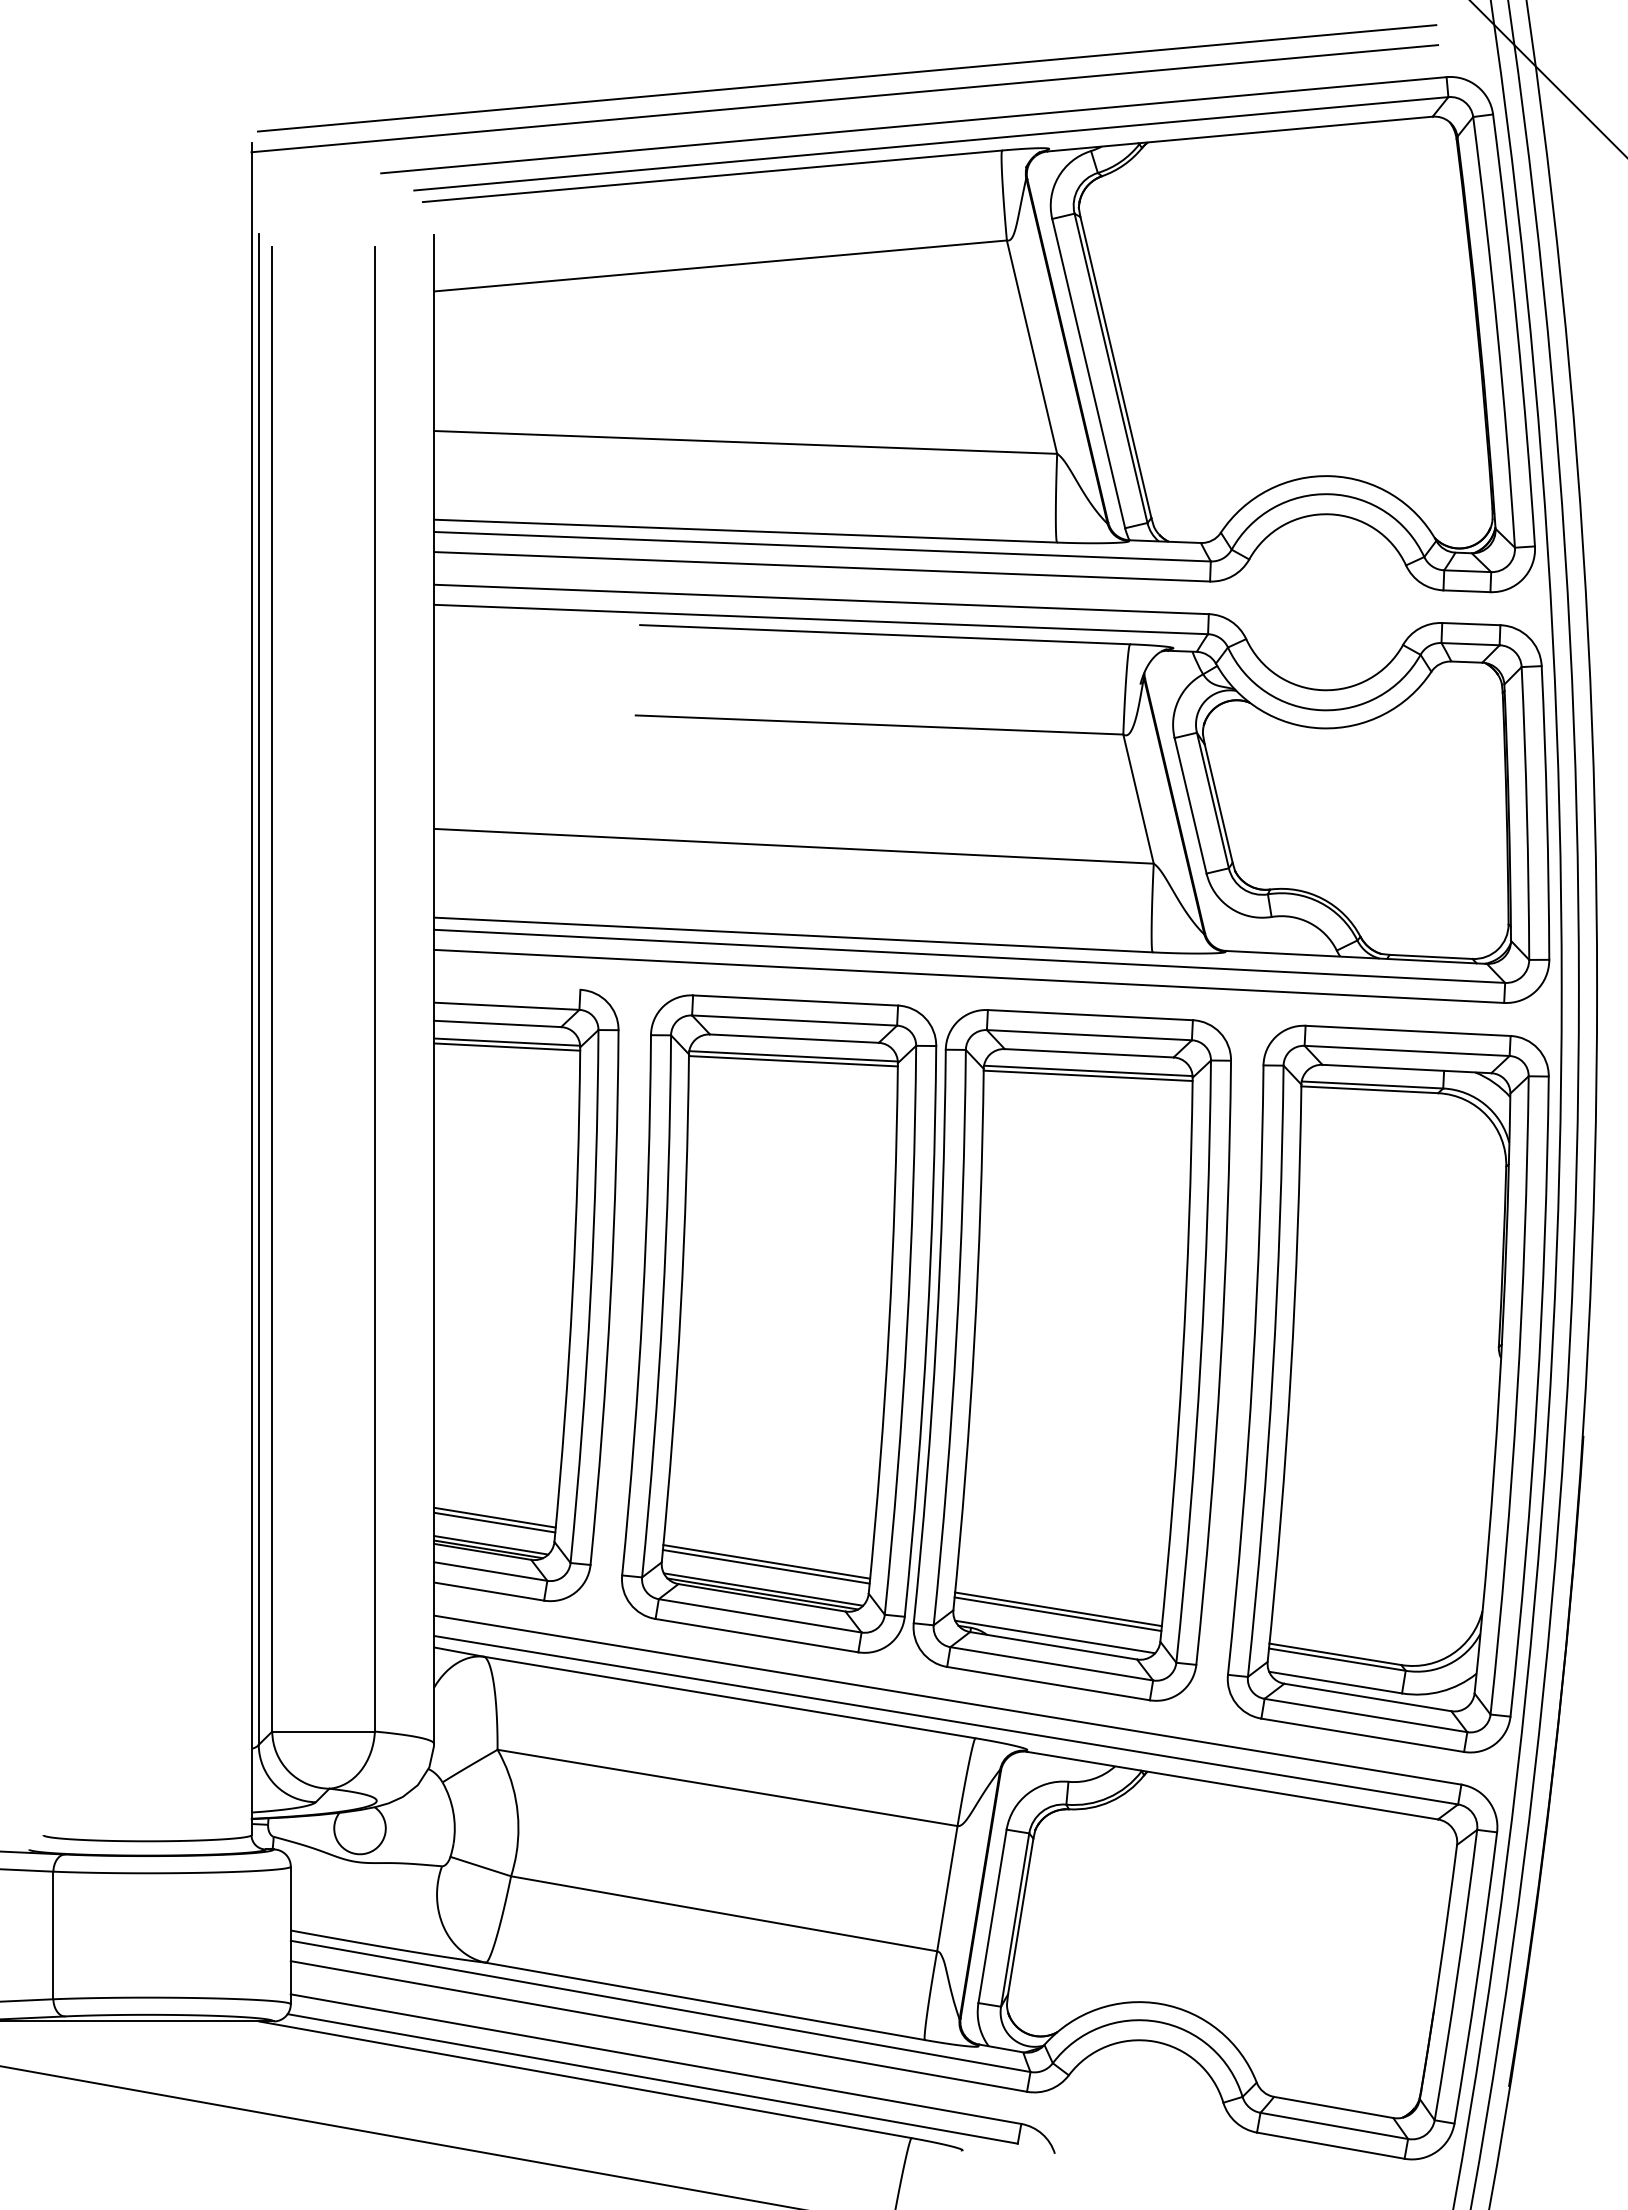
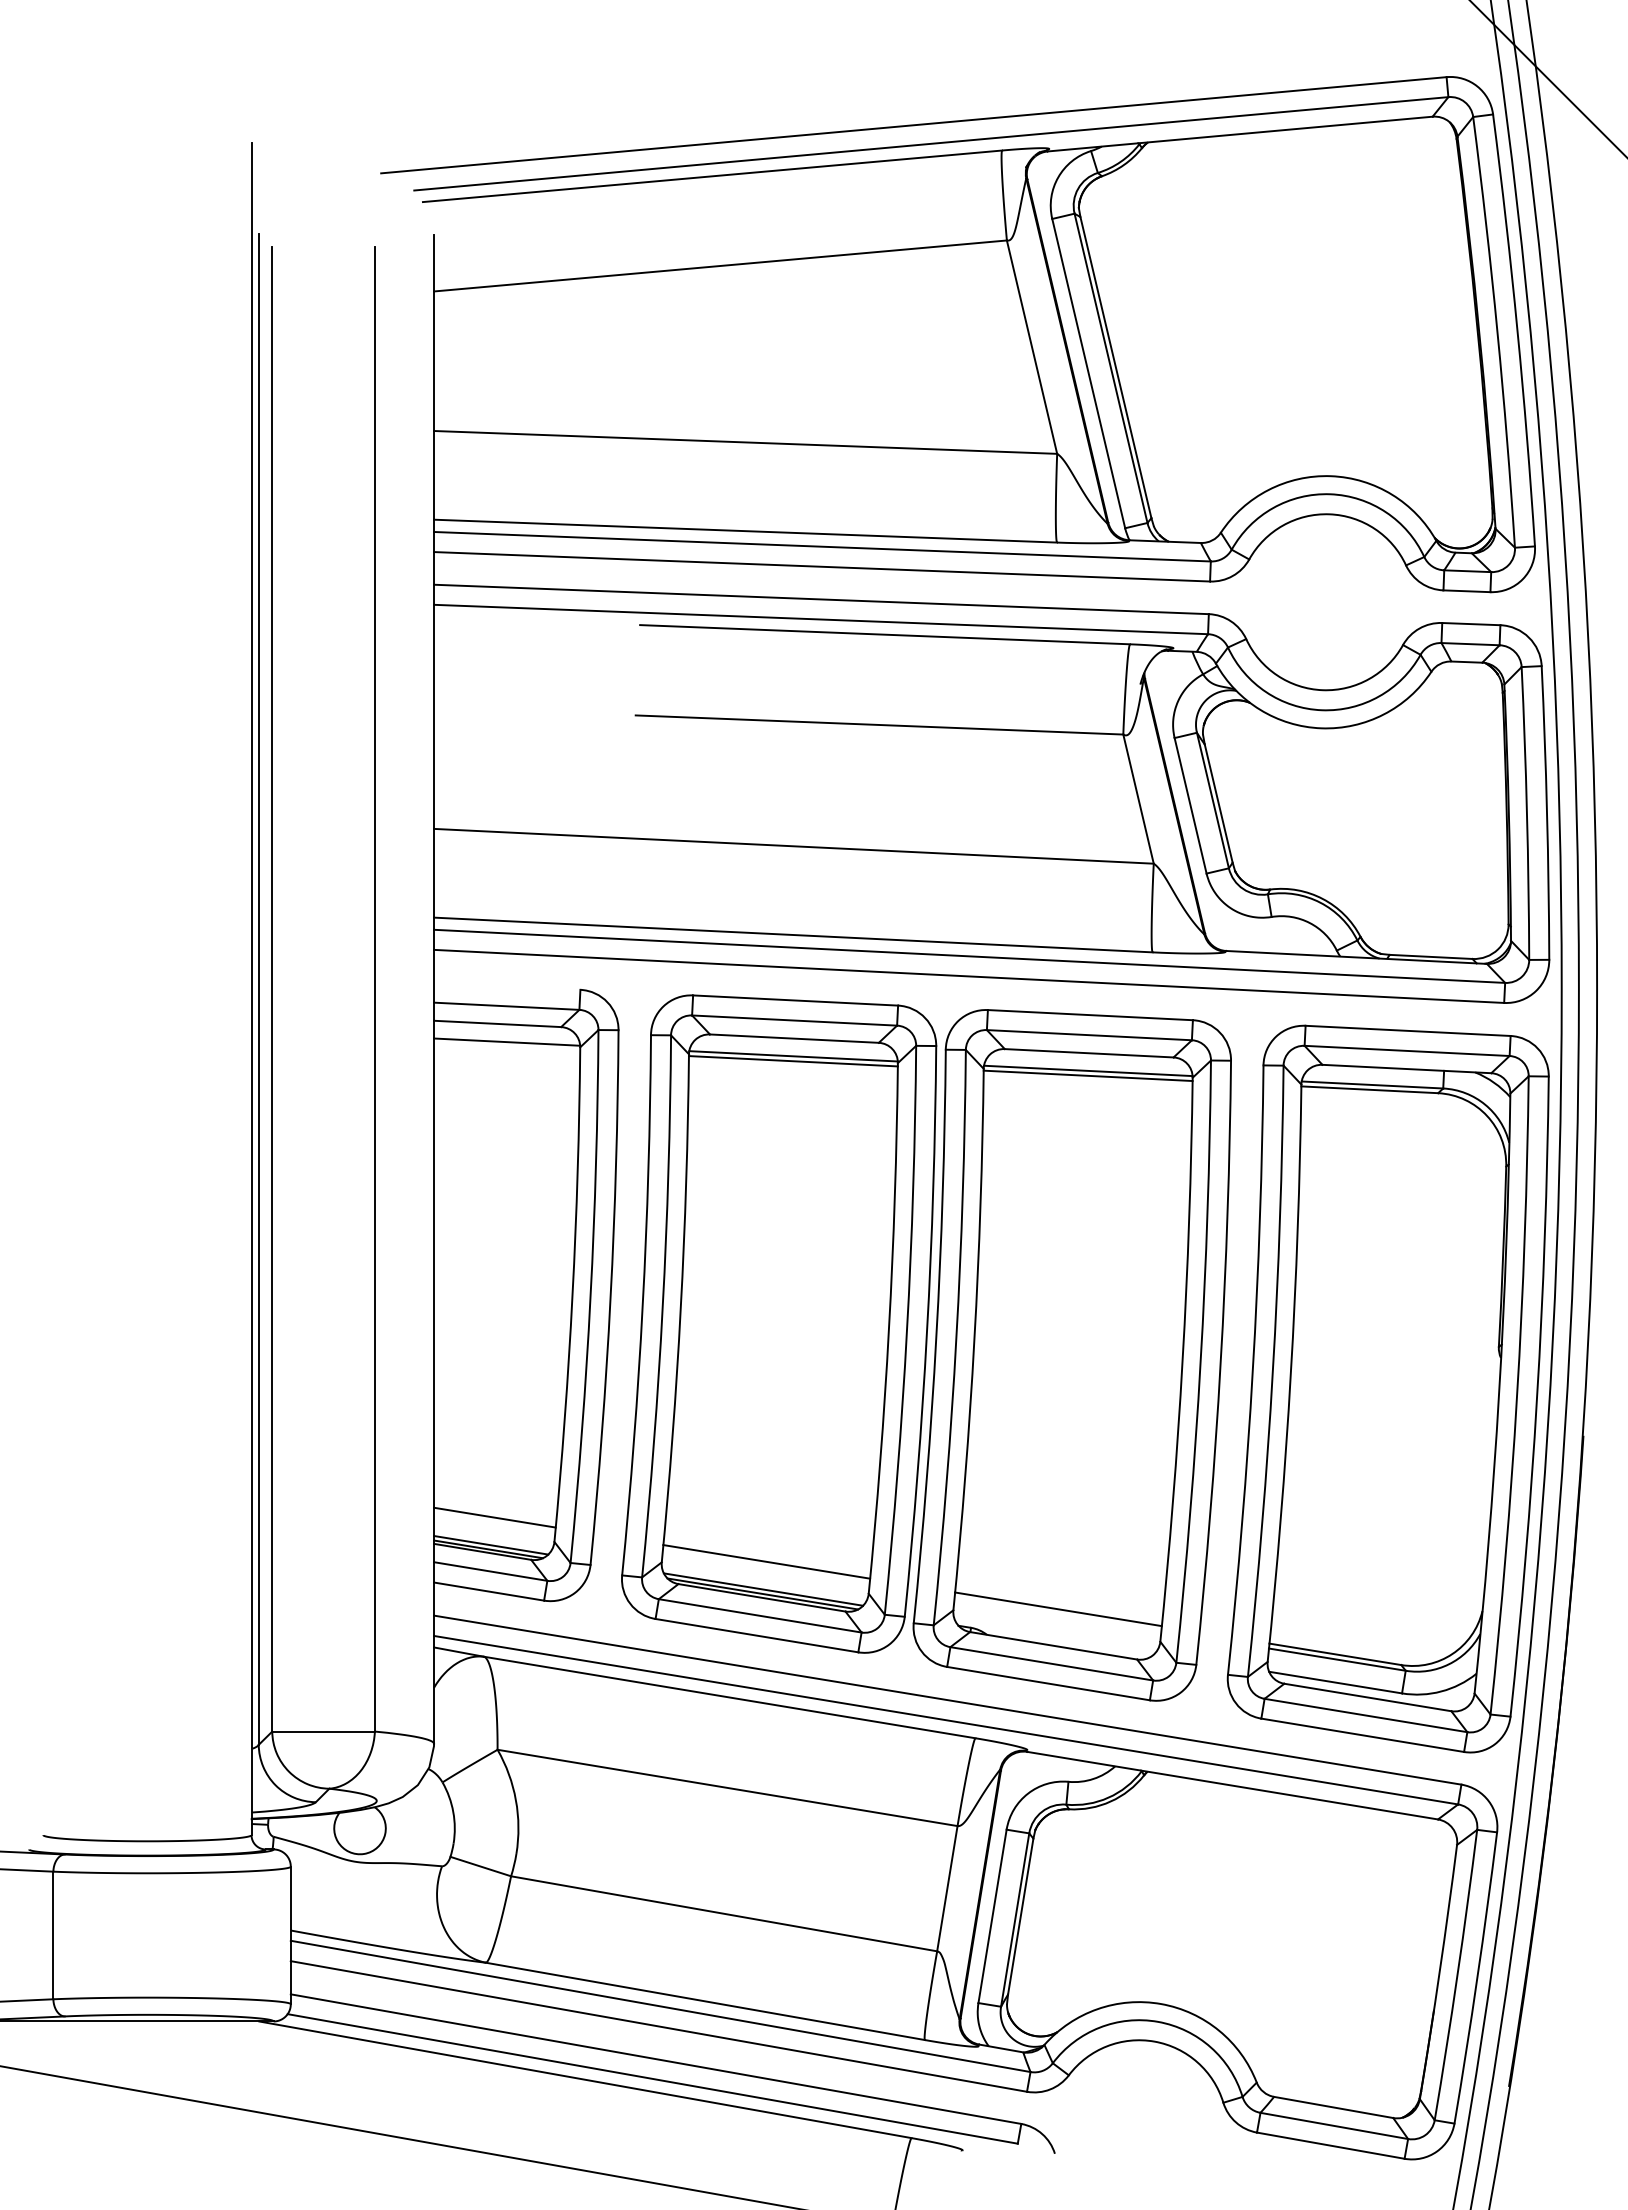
line at (846, 78): present -> none
line at (844, 98): present -> none
line at (507, 1046): present -> none
line at (494, 1522): present -> none
line at (765, 1566): present -> none
line at (1057, 1614): present -> none
line at (1055, 1636): present -> none
